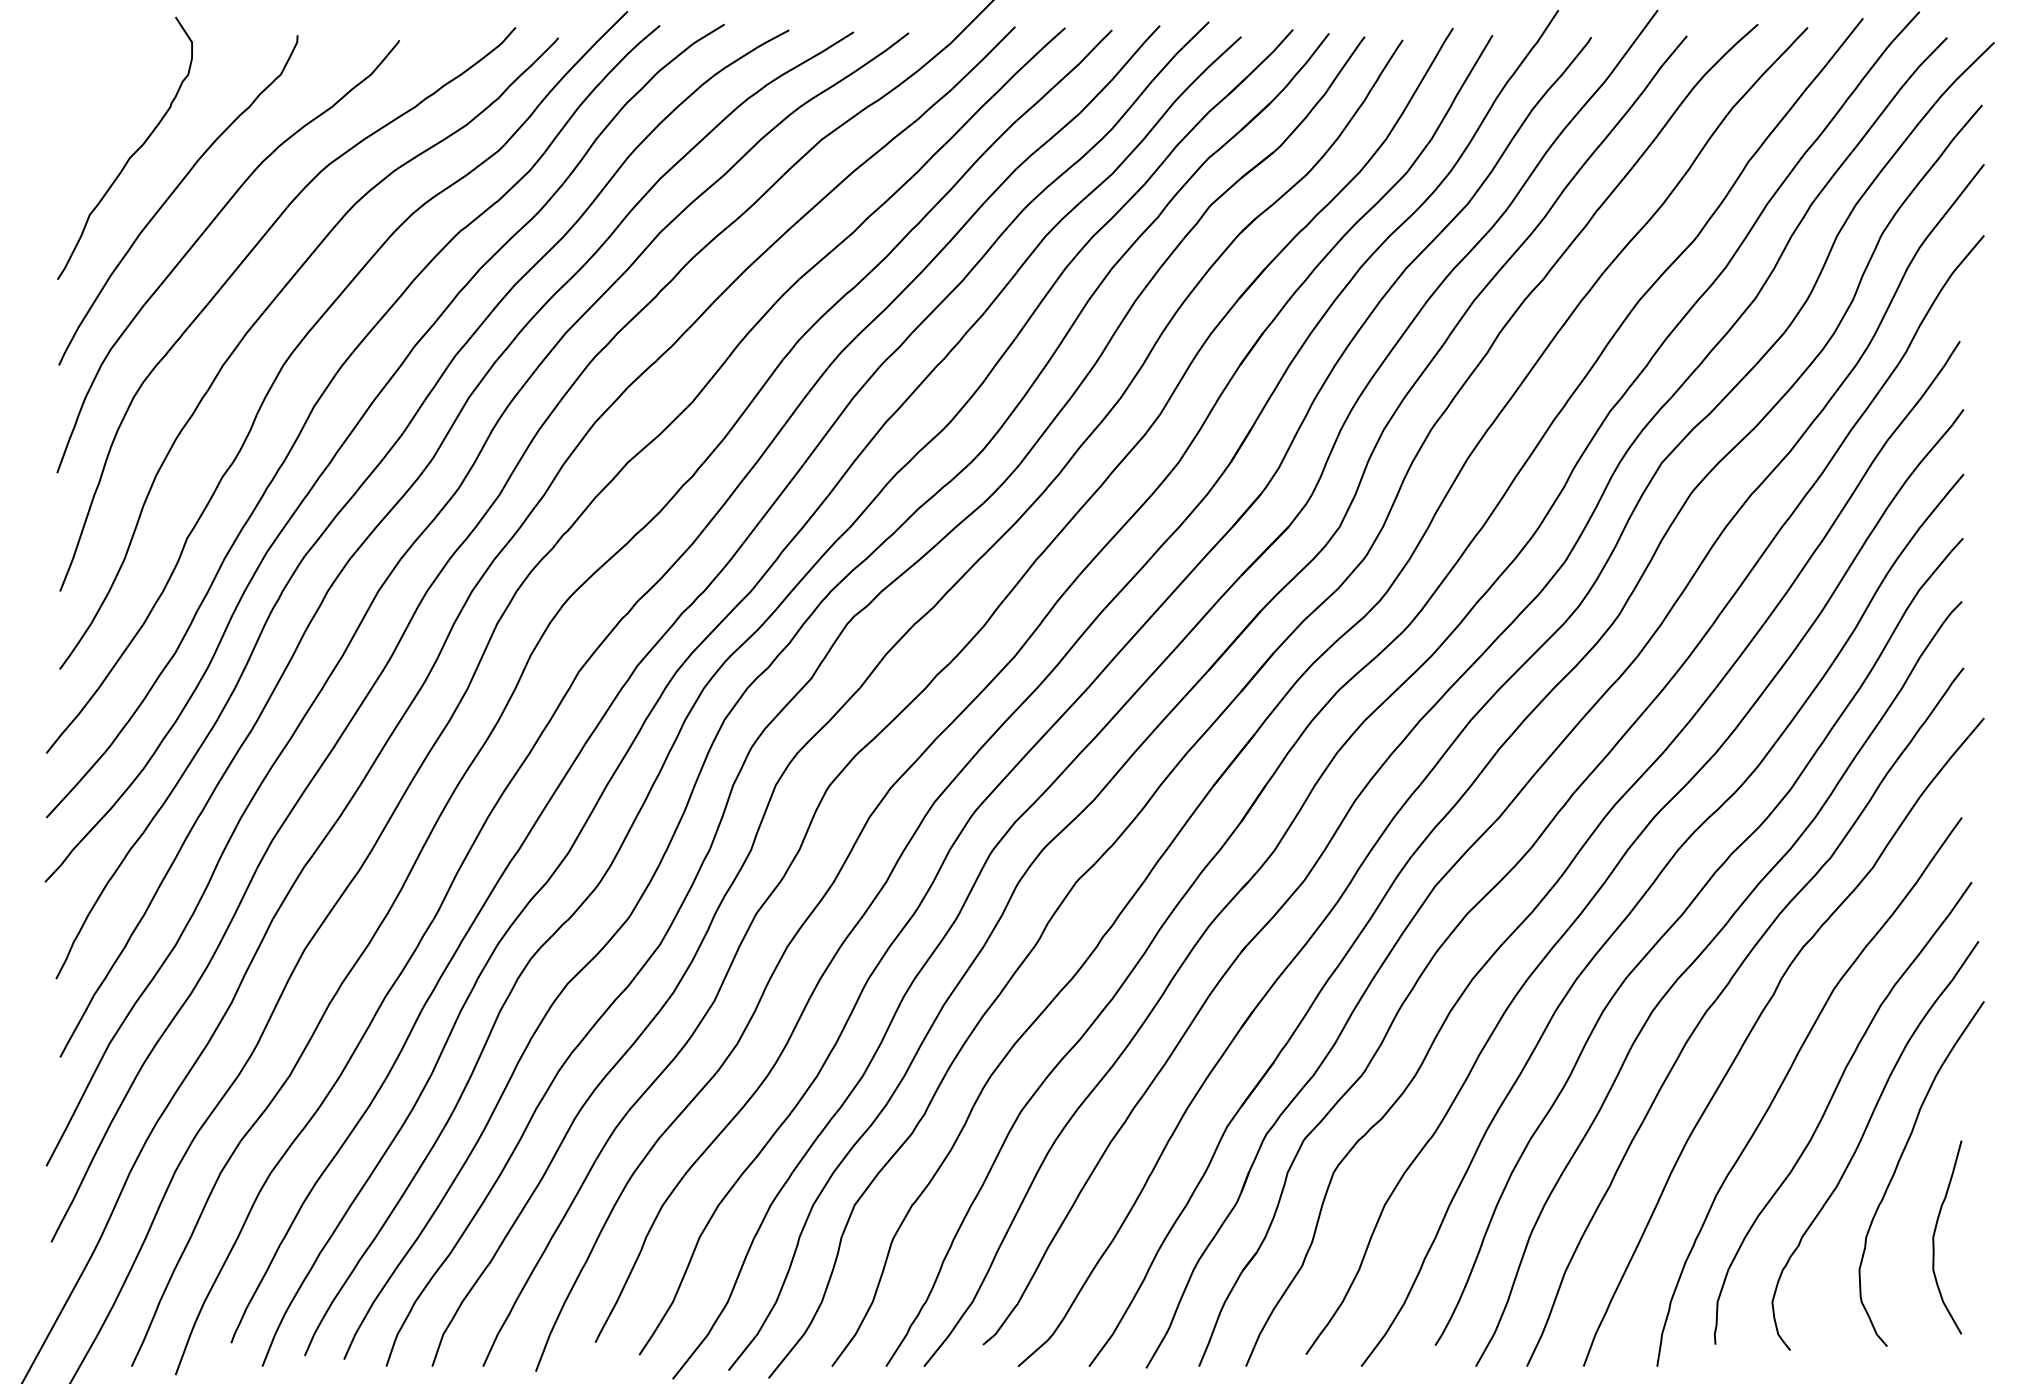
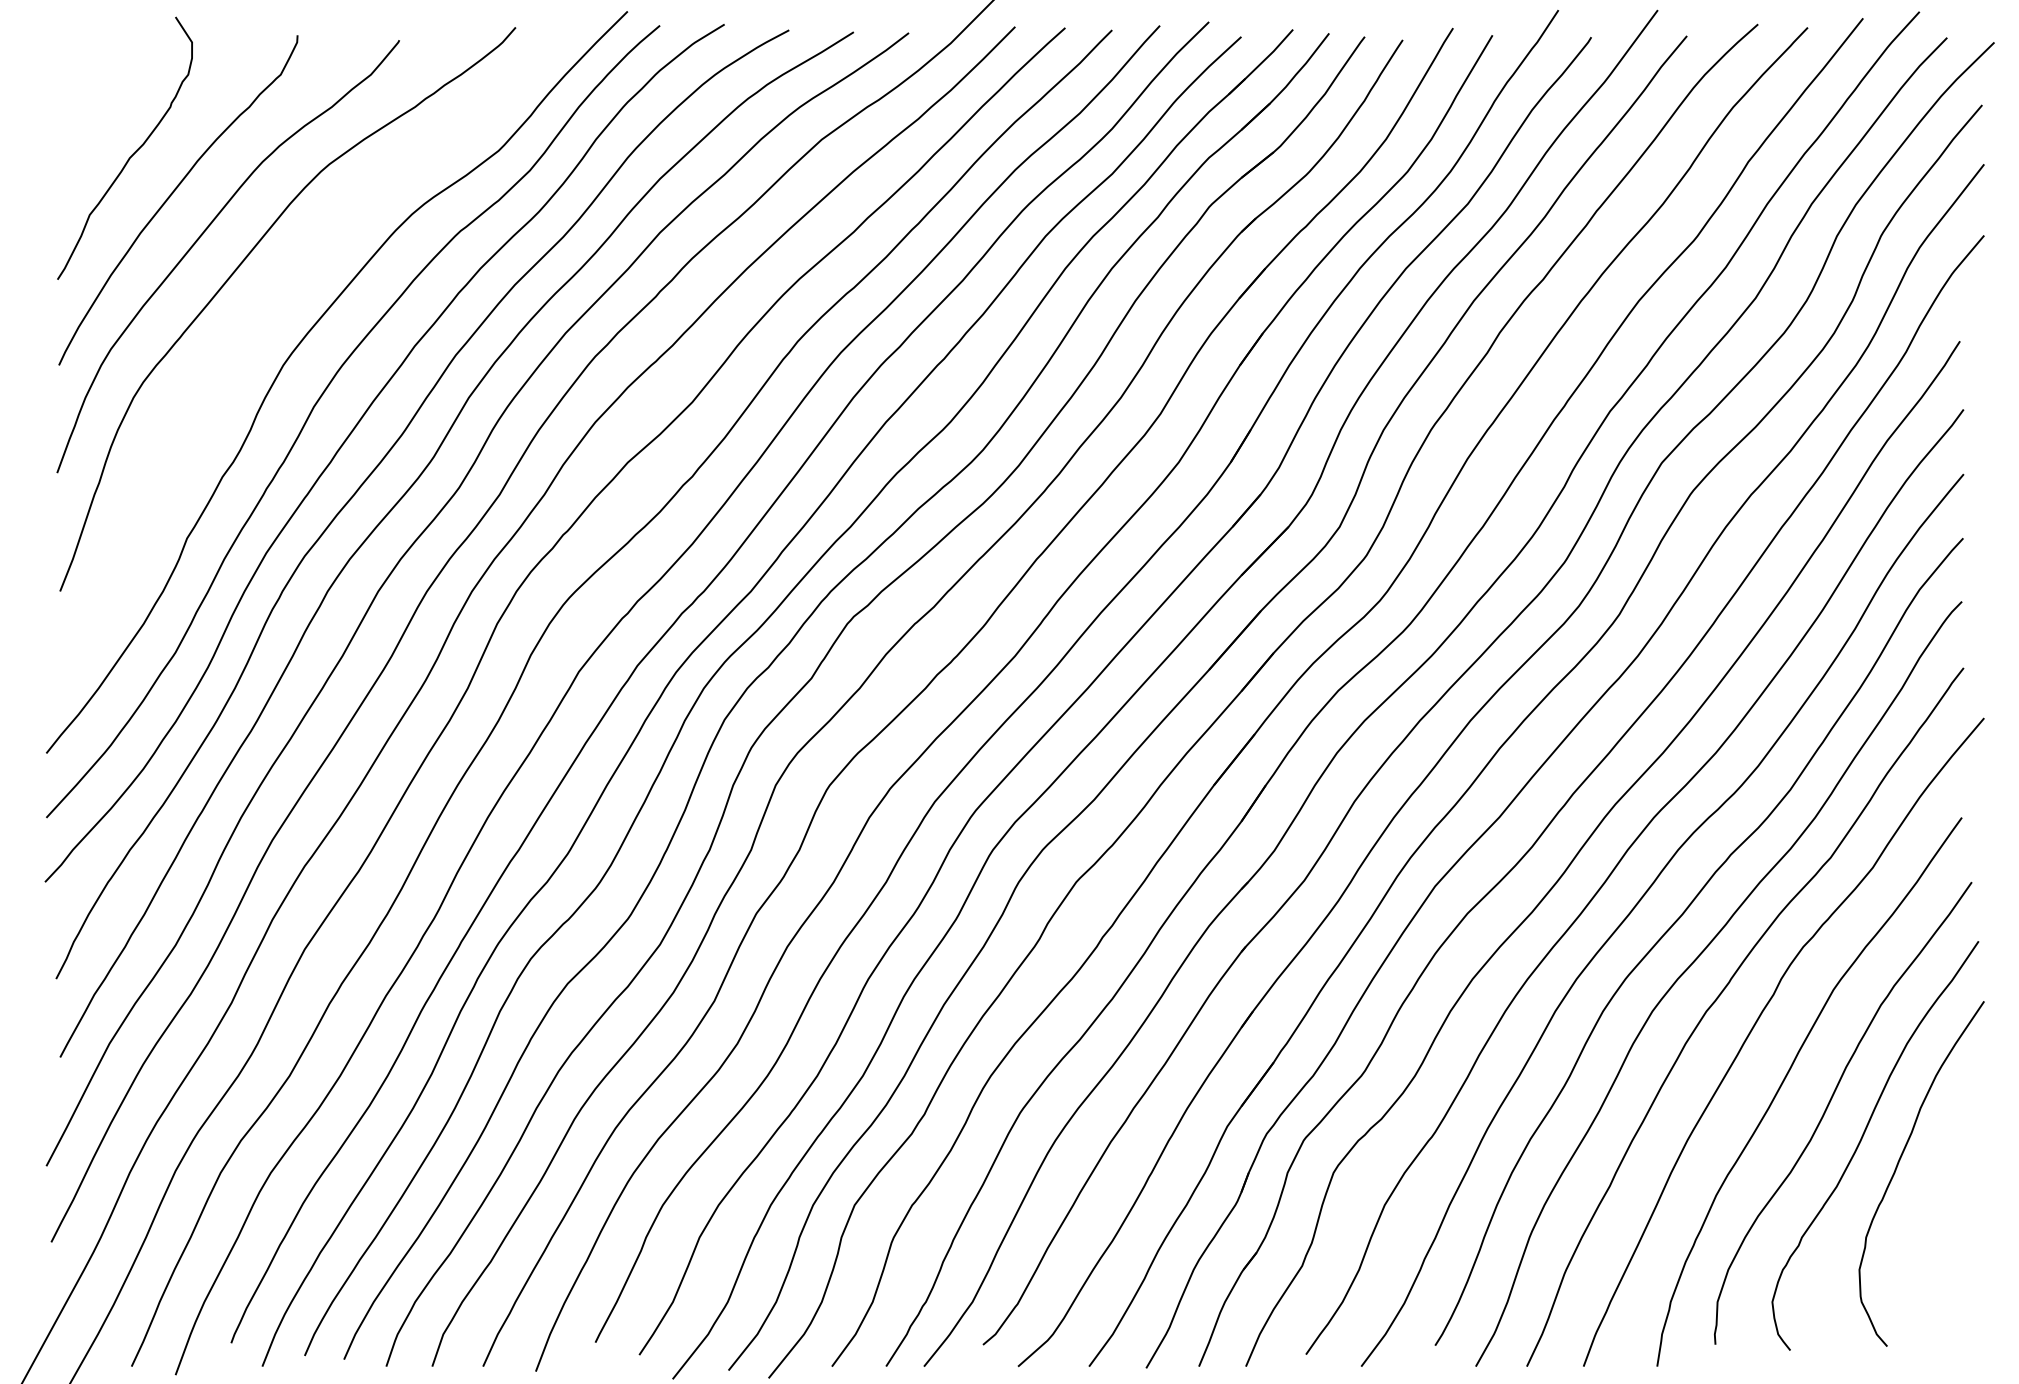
curve at (264, 313): present -> none
curve at (1935, 1233): present -> none
